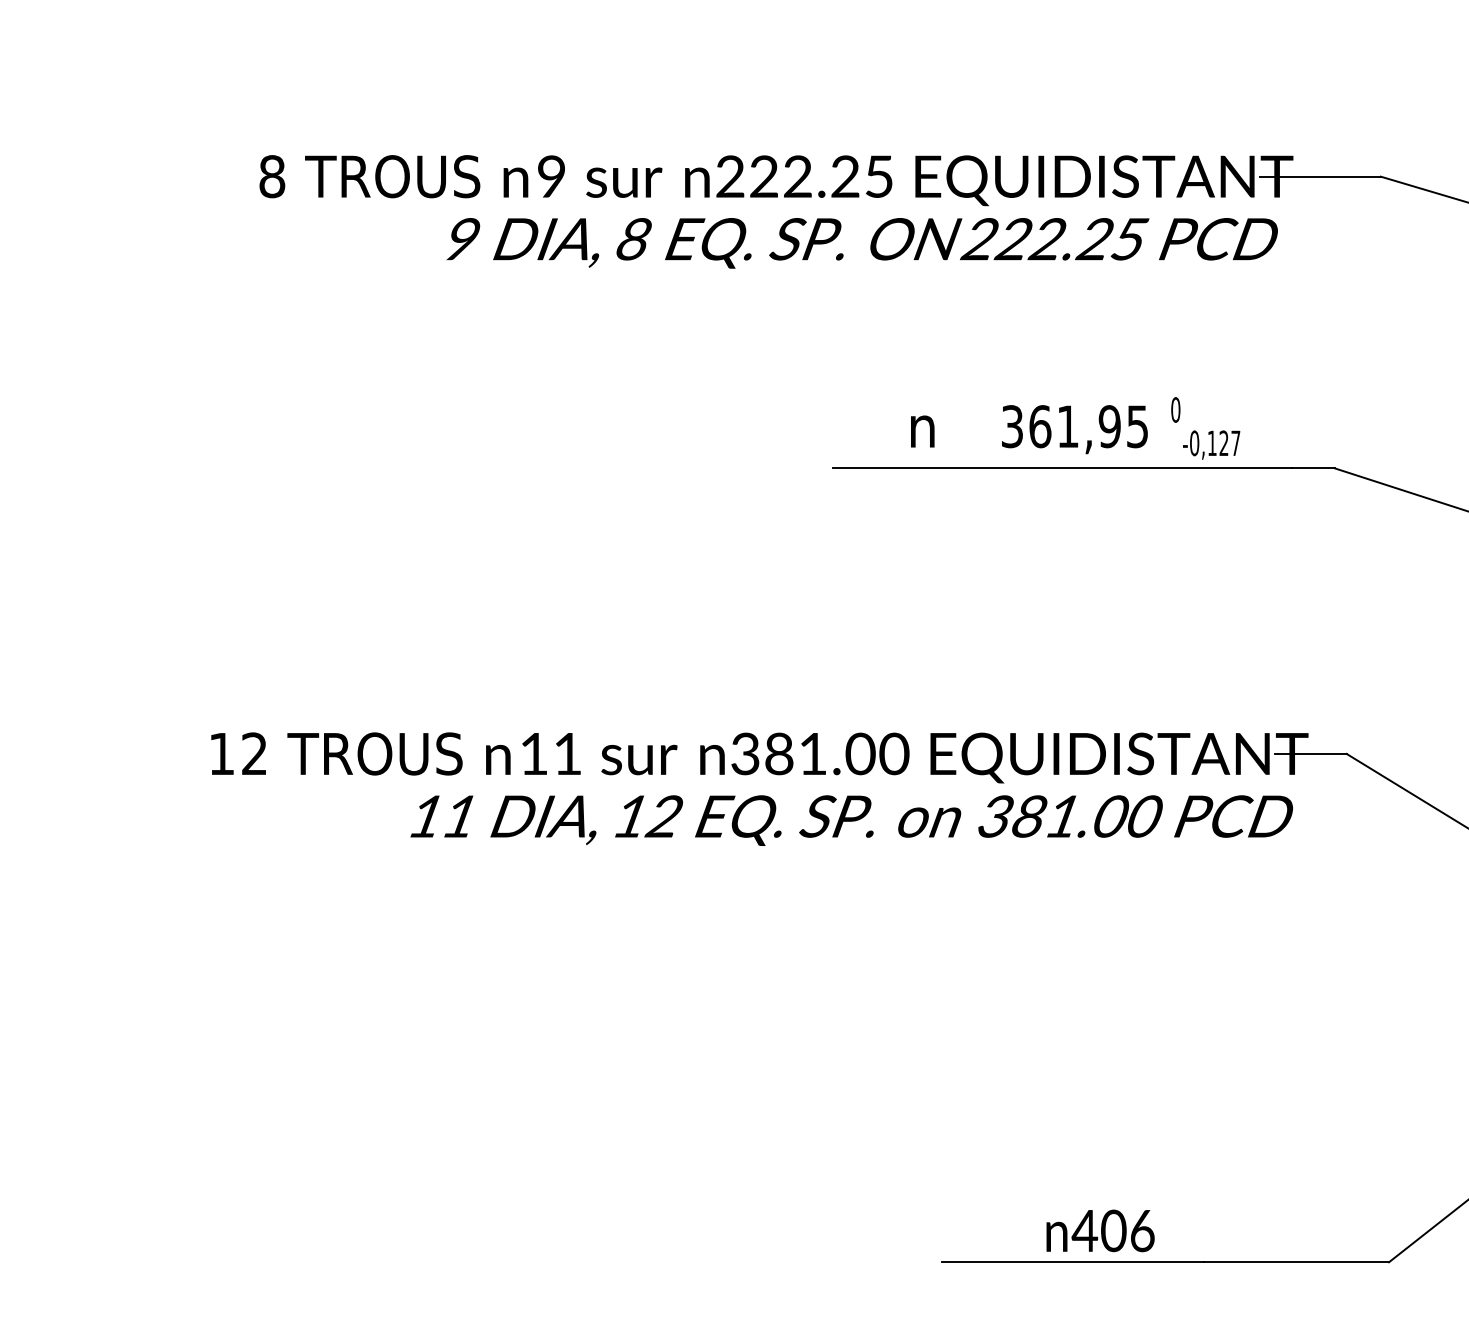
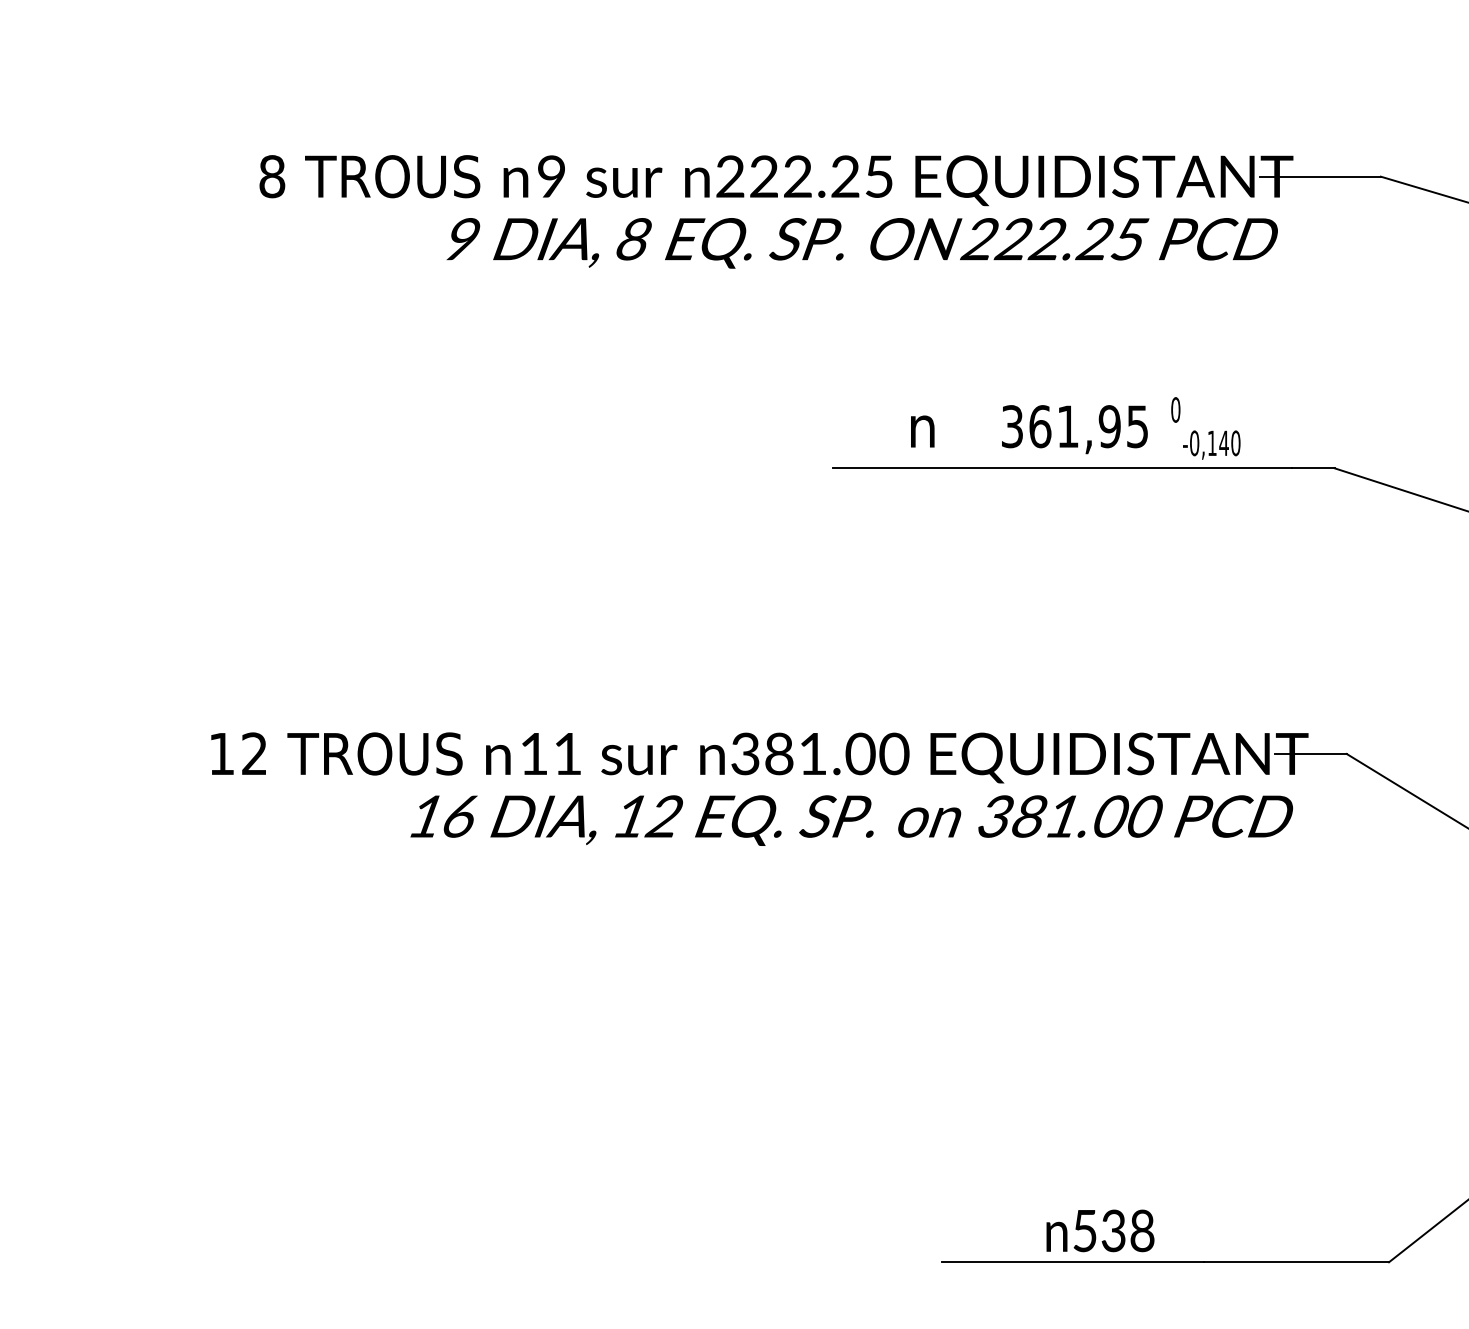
text at (1229, 443): -0,127 -> -0,140
text at (460, 816): 11 -> 16
text at (1112, 1230): 406 -> 538
